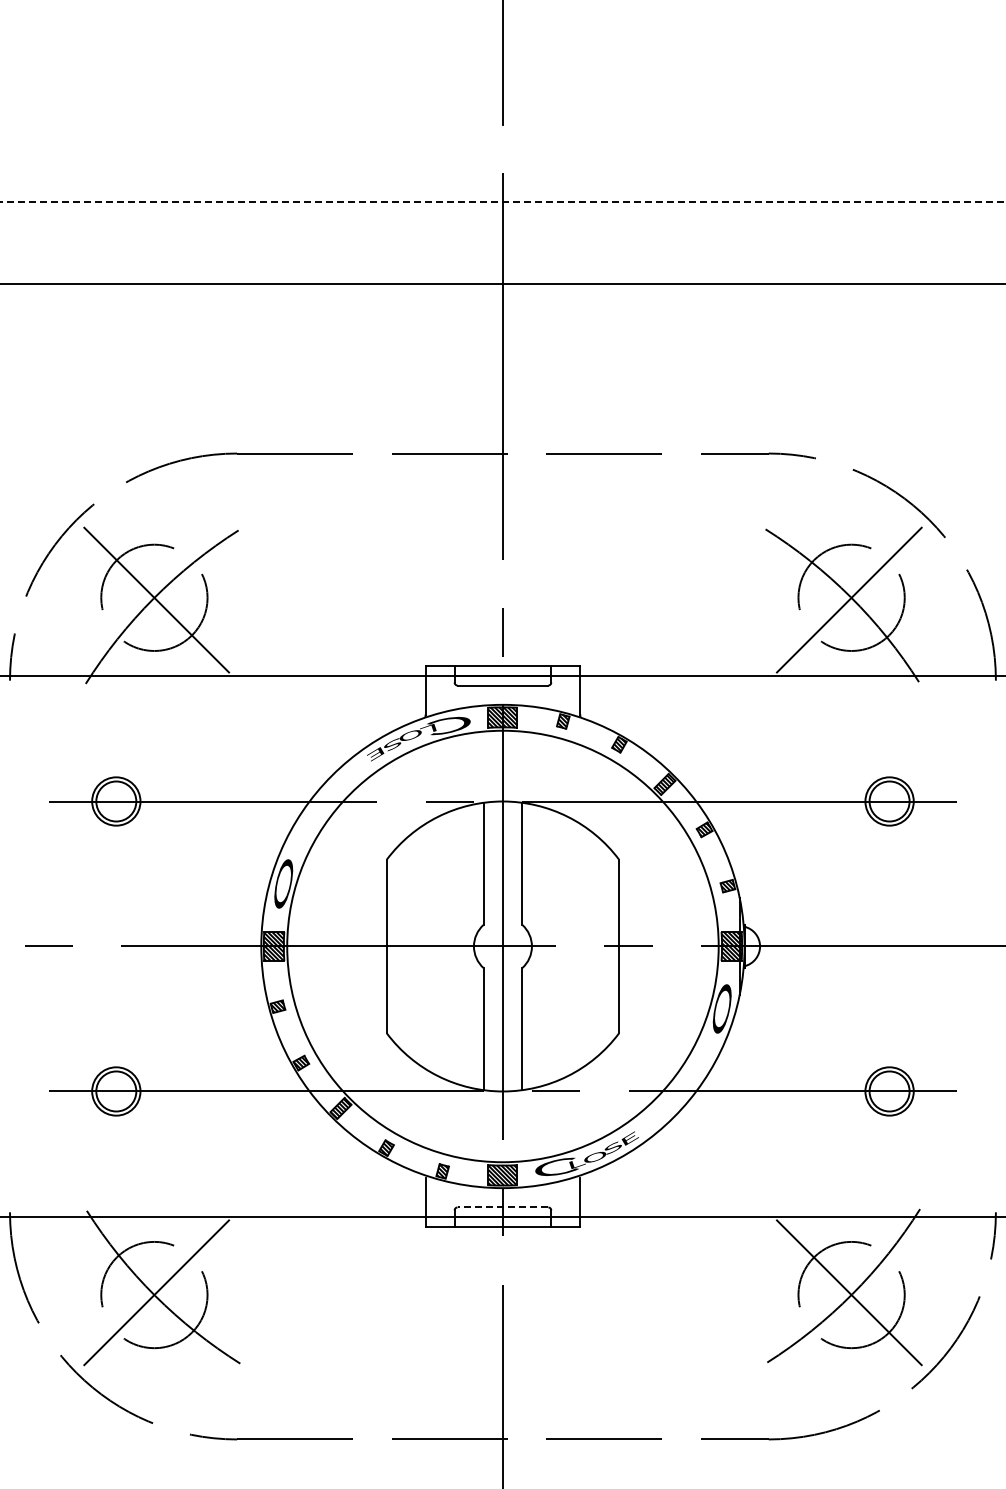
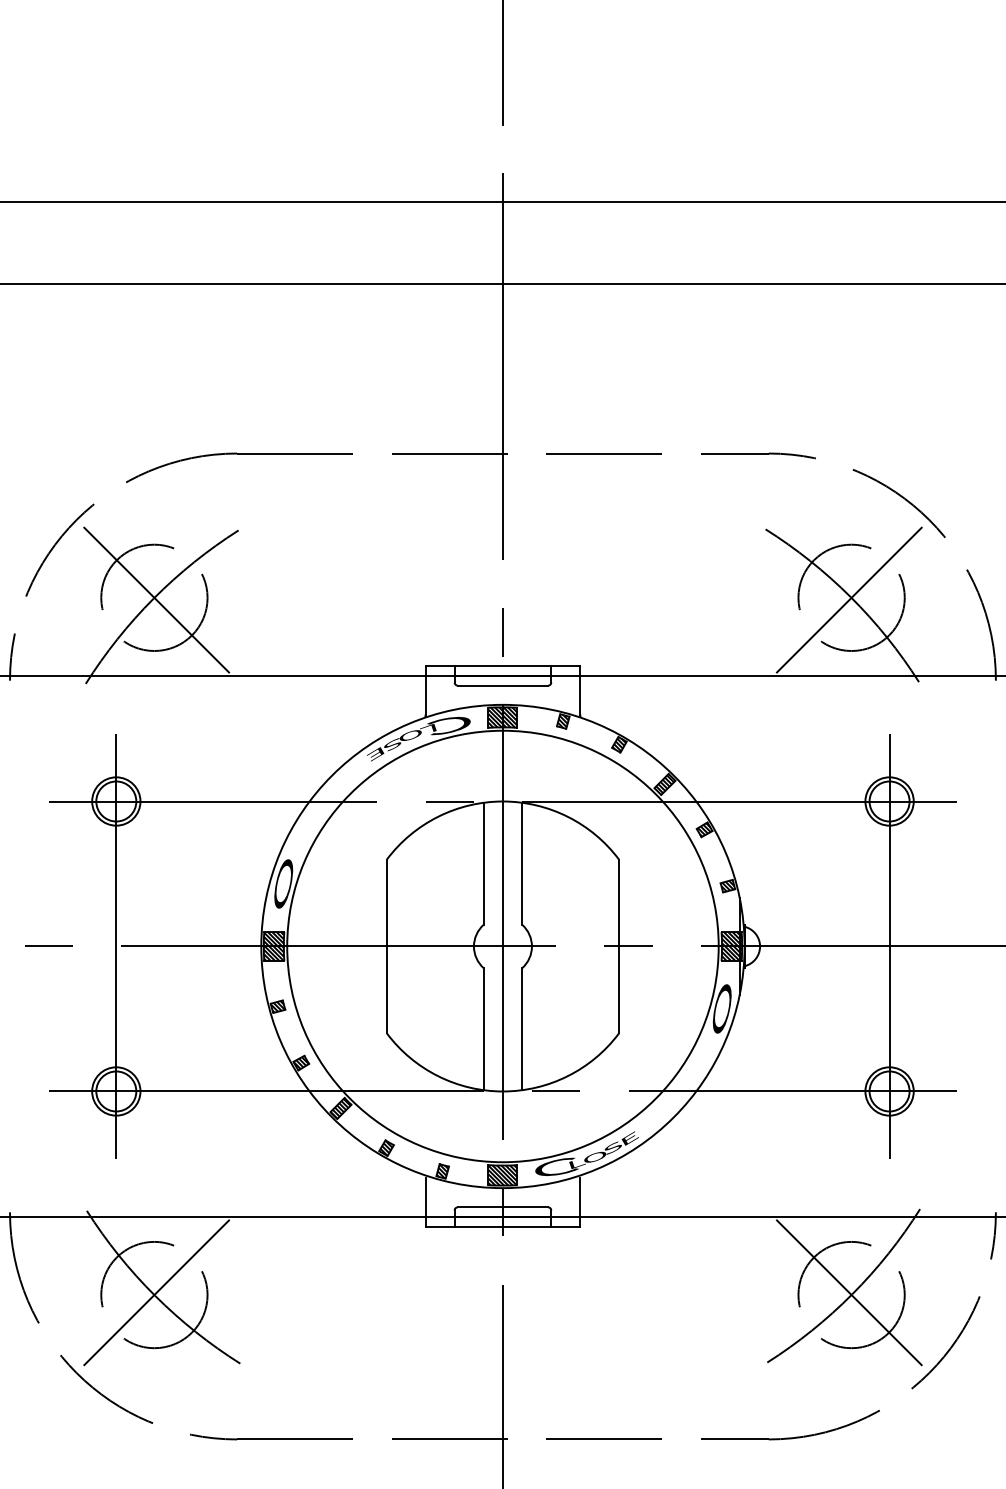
line at (502, 202): dashed -> solid
line at (116, 946): none -> present
line at (889, 946): none -> present
line at (502, 1207): dashed -> solid
